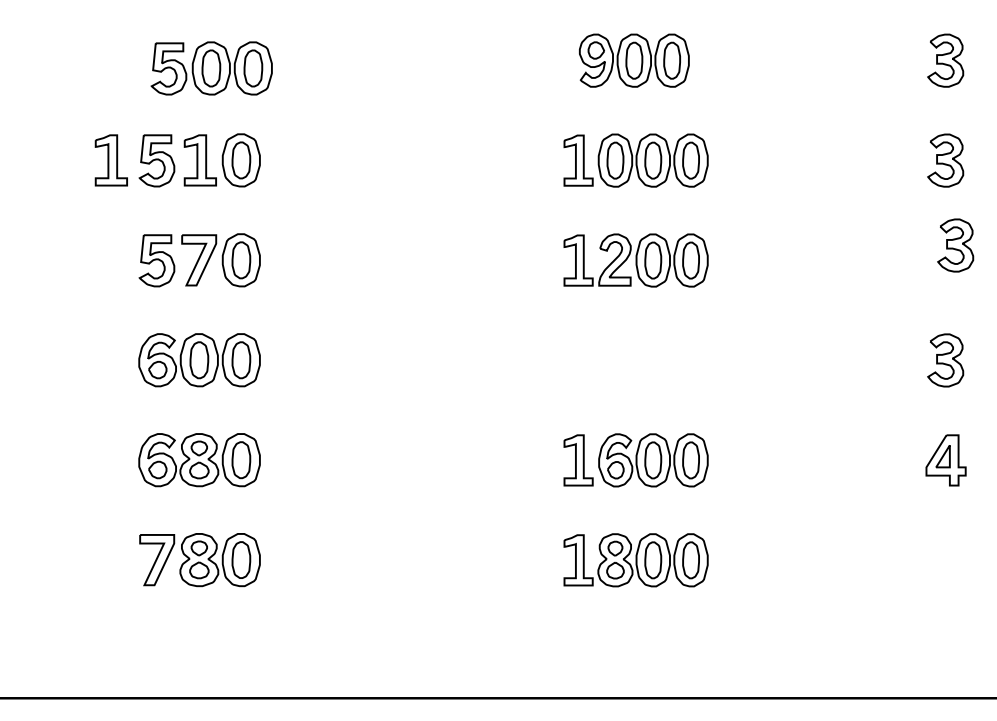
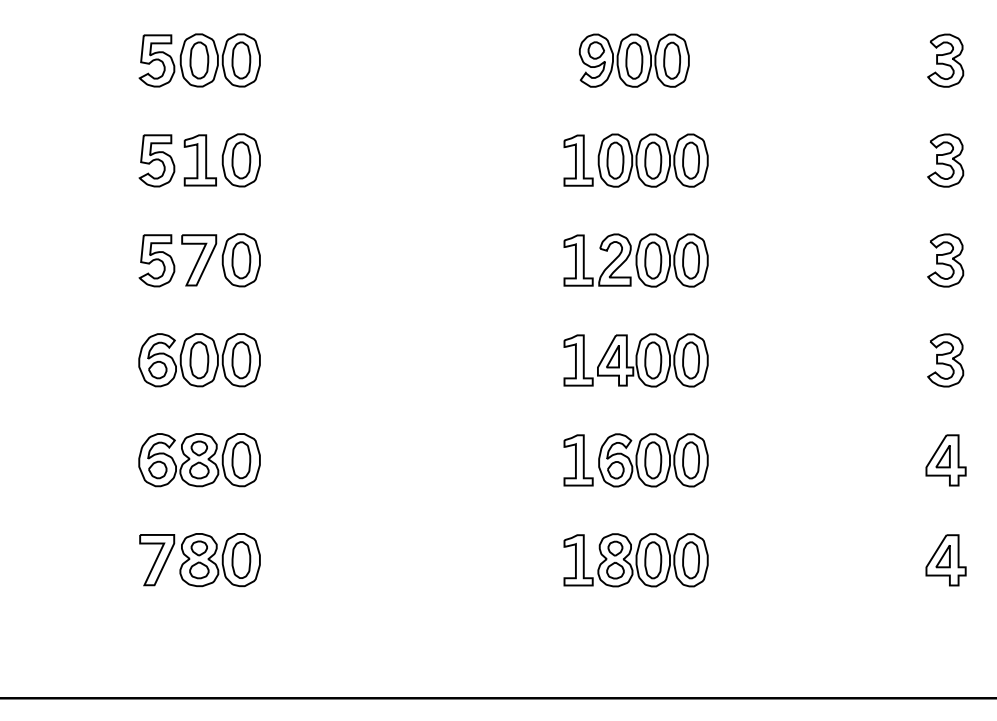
part at (211, 68) position: (211, 68) -> (199, 60)
part at (110, 160): present -> none
part at (955, 245) position: (955, 245) -> (945, 260)
part at (635, 360): none -> present
part at (945, 560): none -> present
